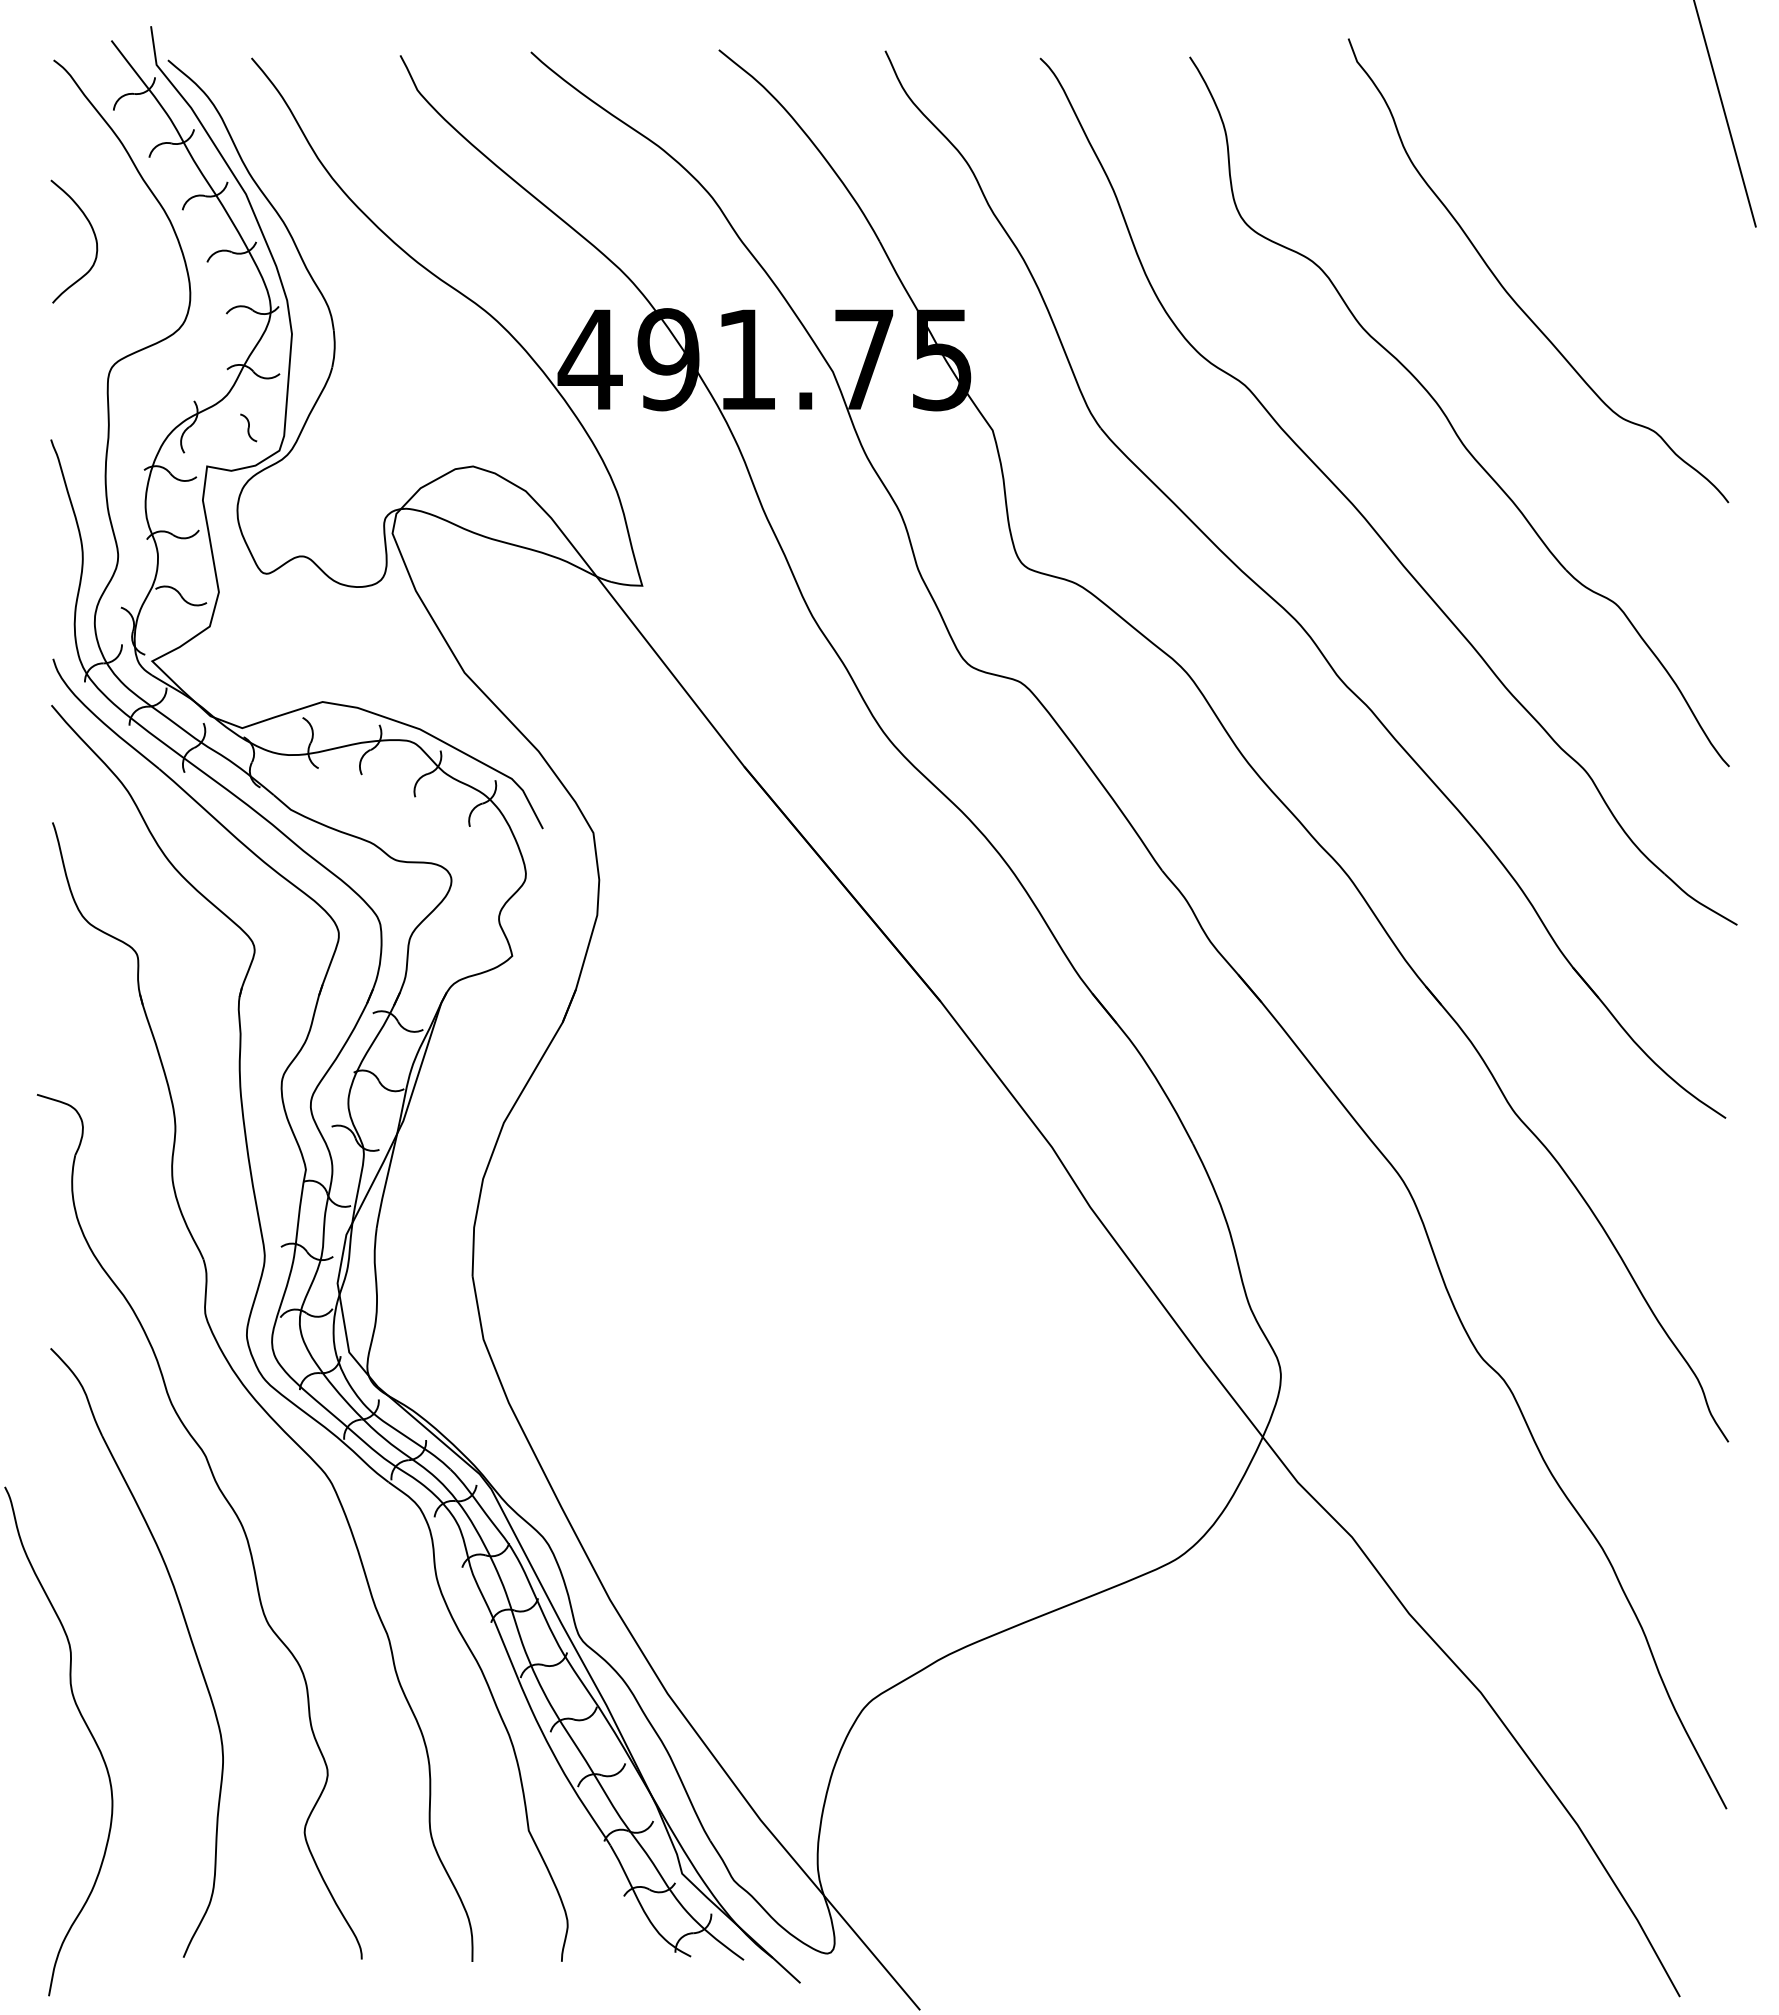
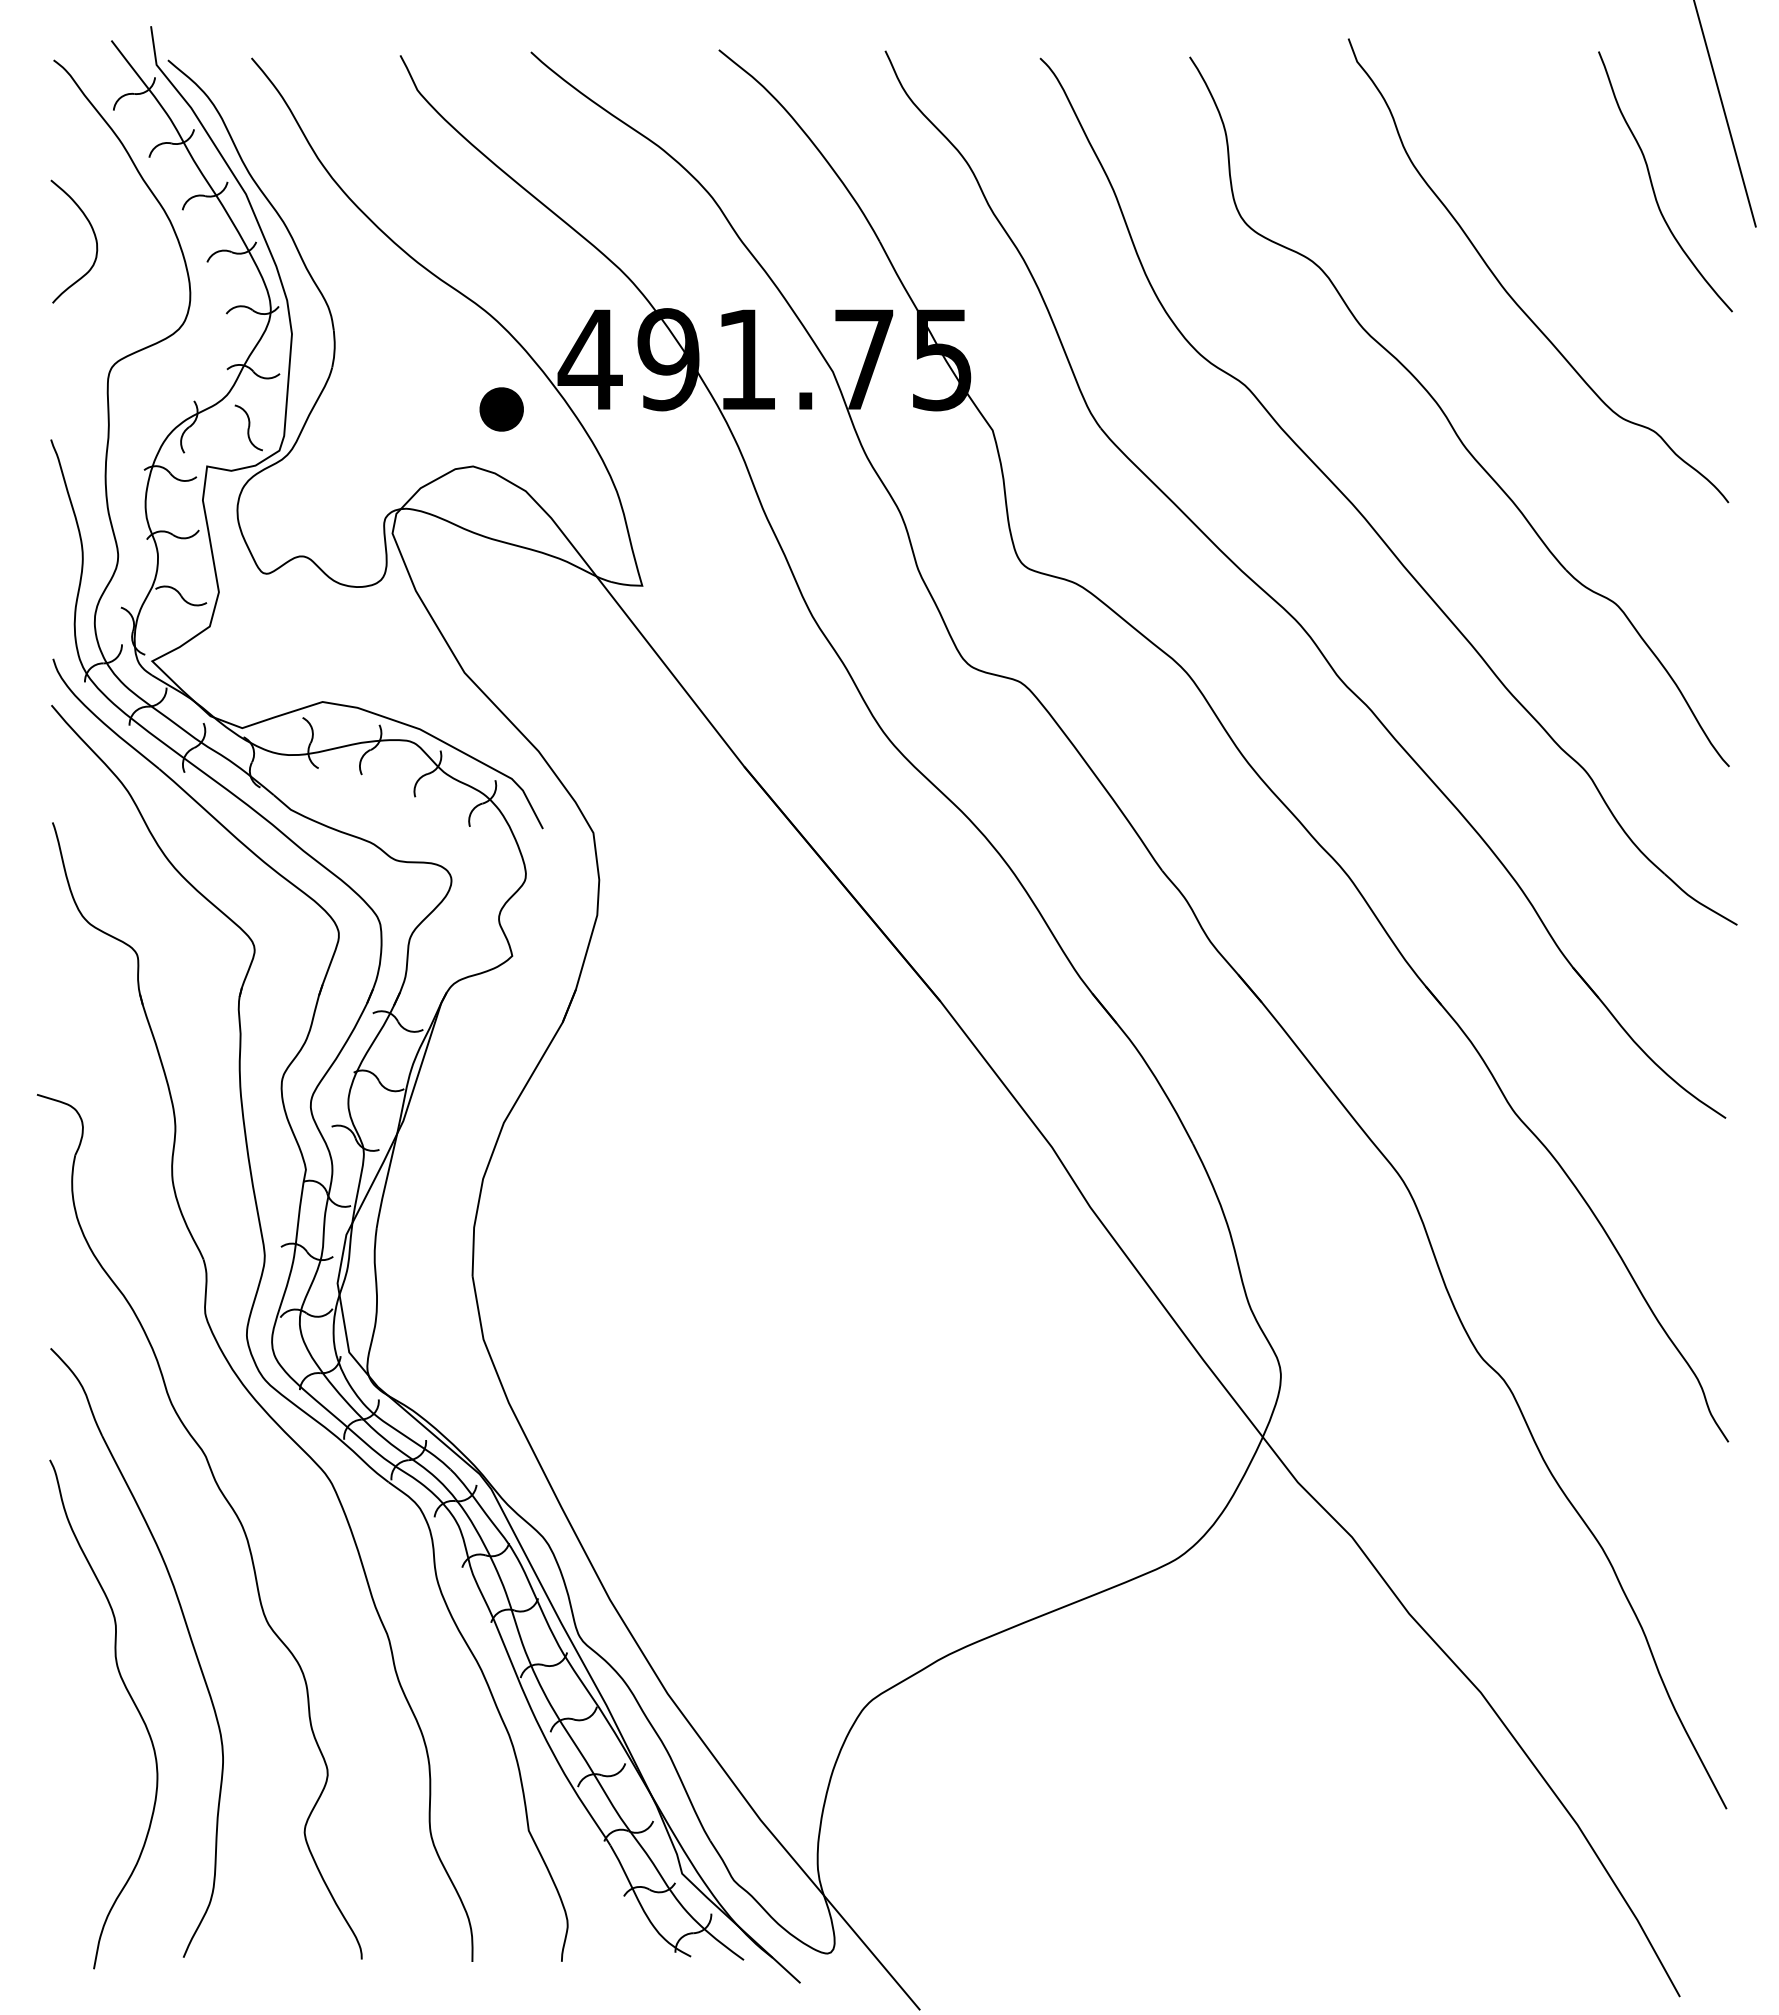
curve at (1653, 186): none -> present
part at (501, 409): none -> present
part at (248, 427) size: 18x30 px -> 29x48 px
curve at (86, 1727) position: (86, 1727) -> (131, 1700)
